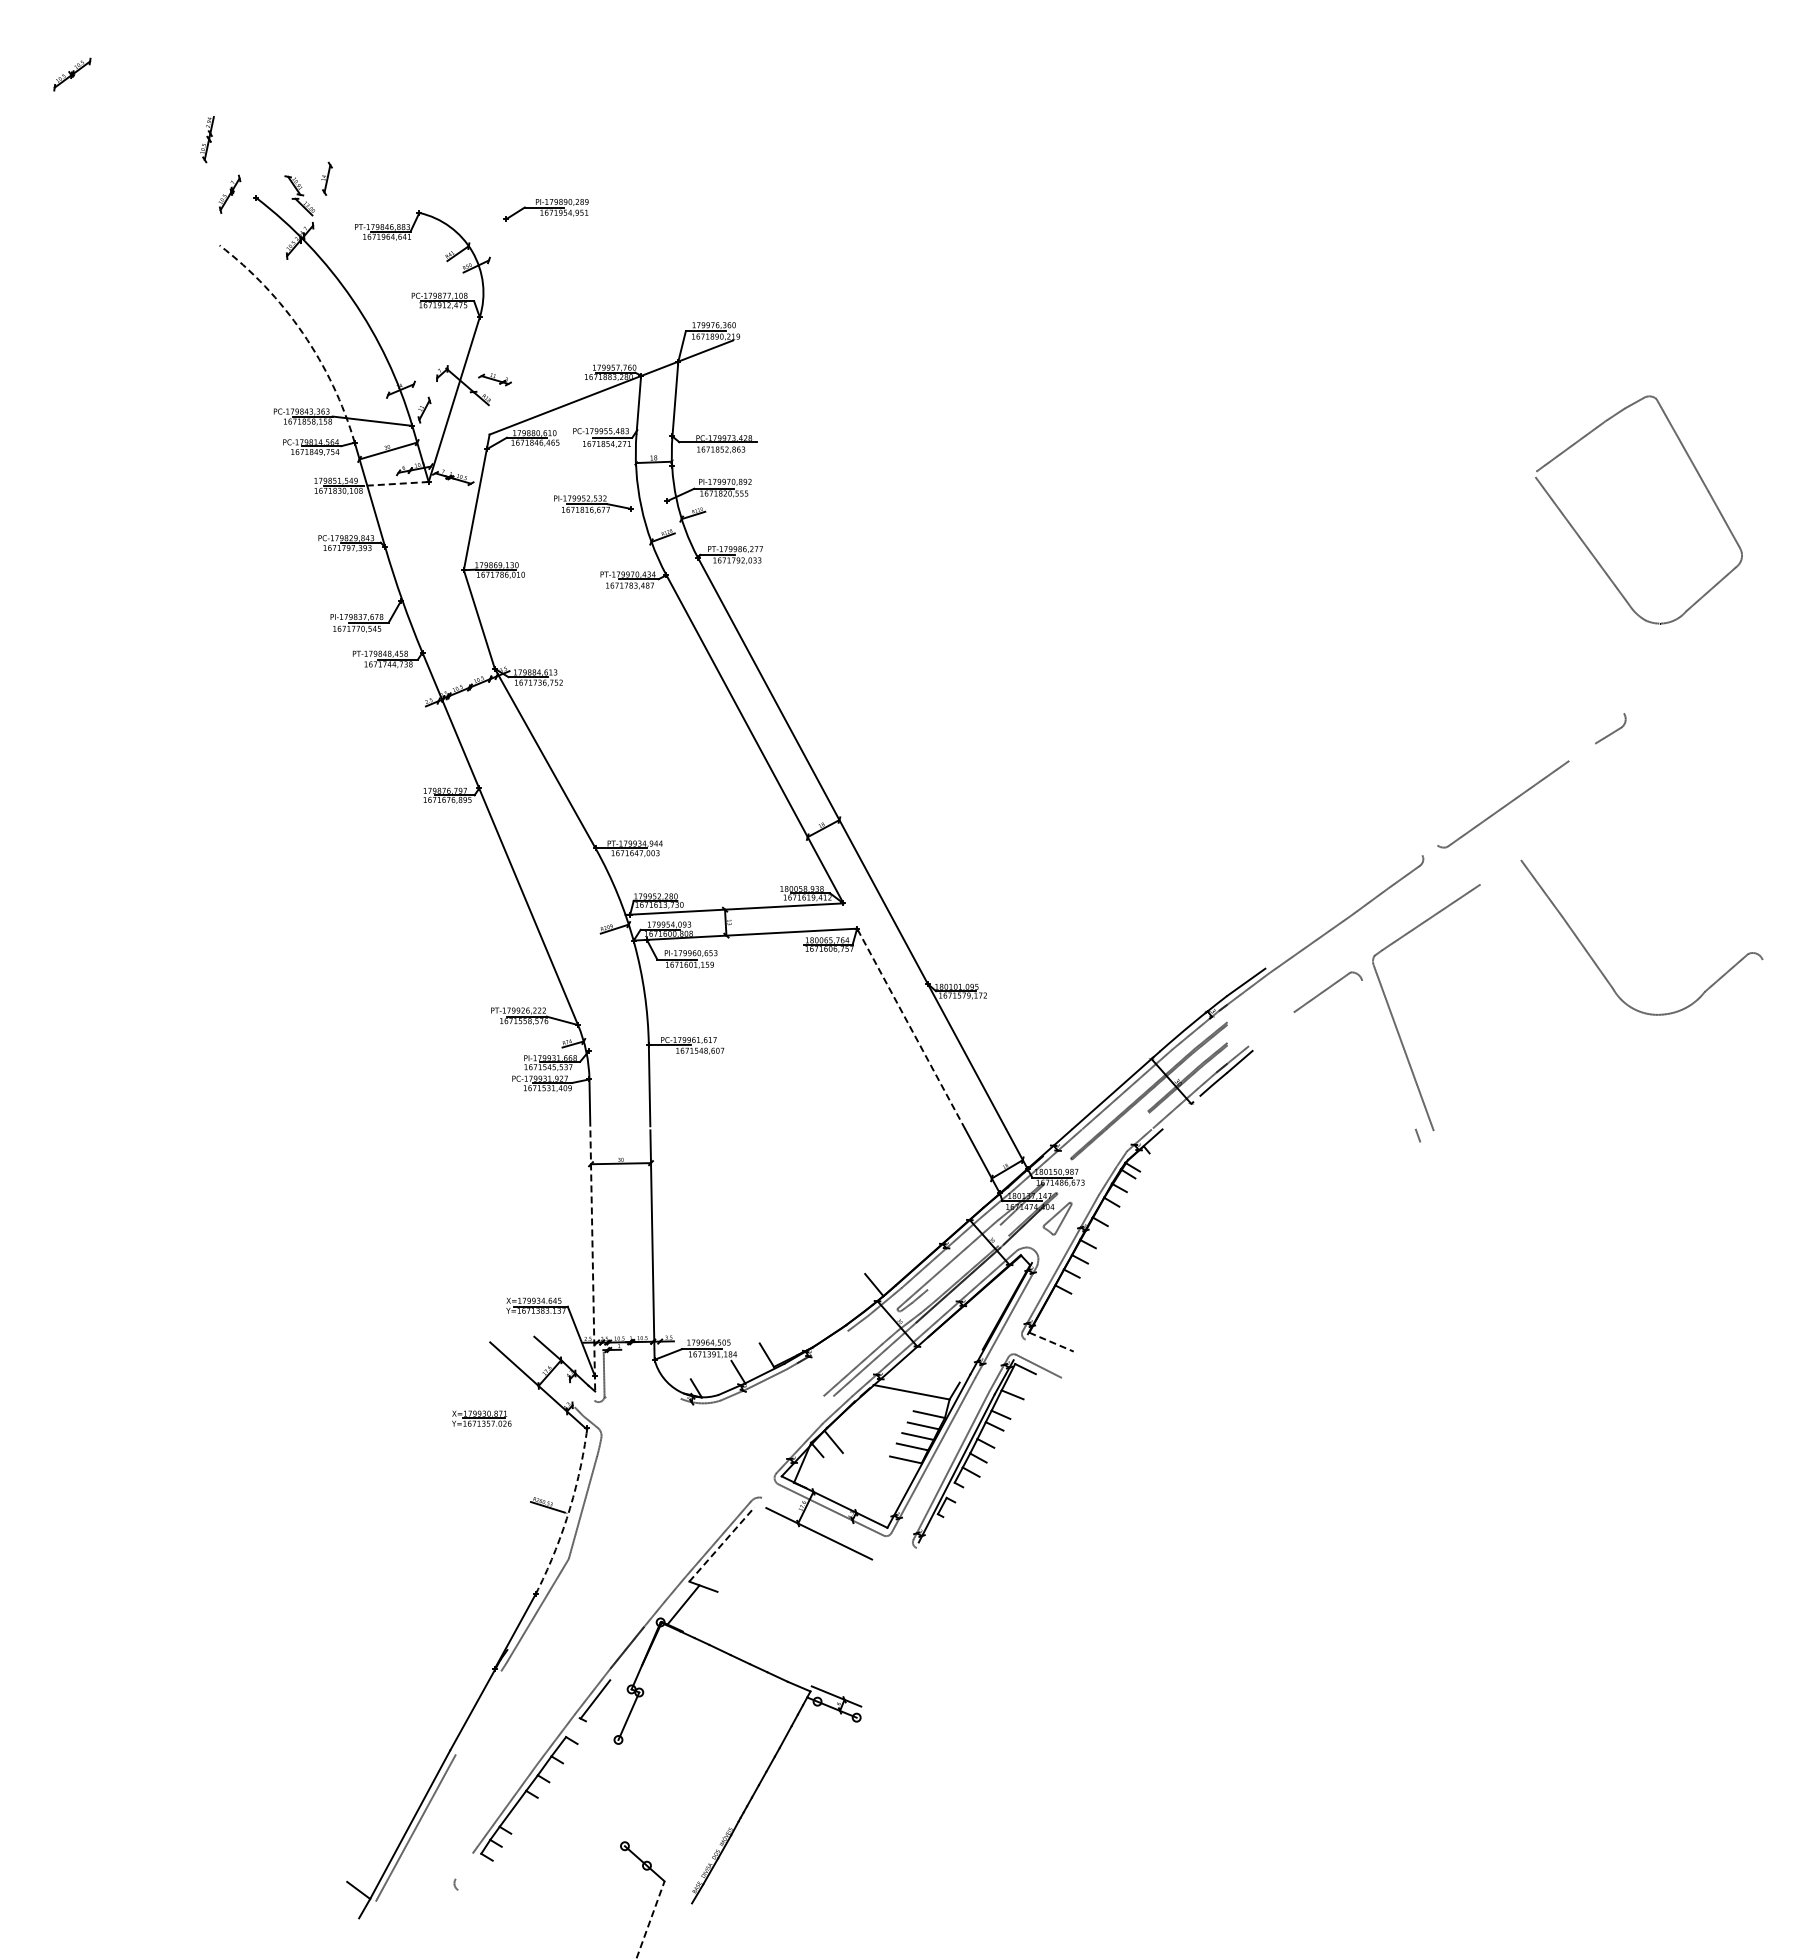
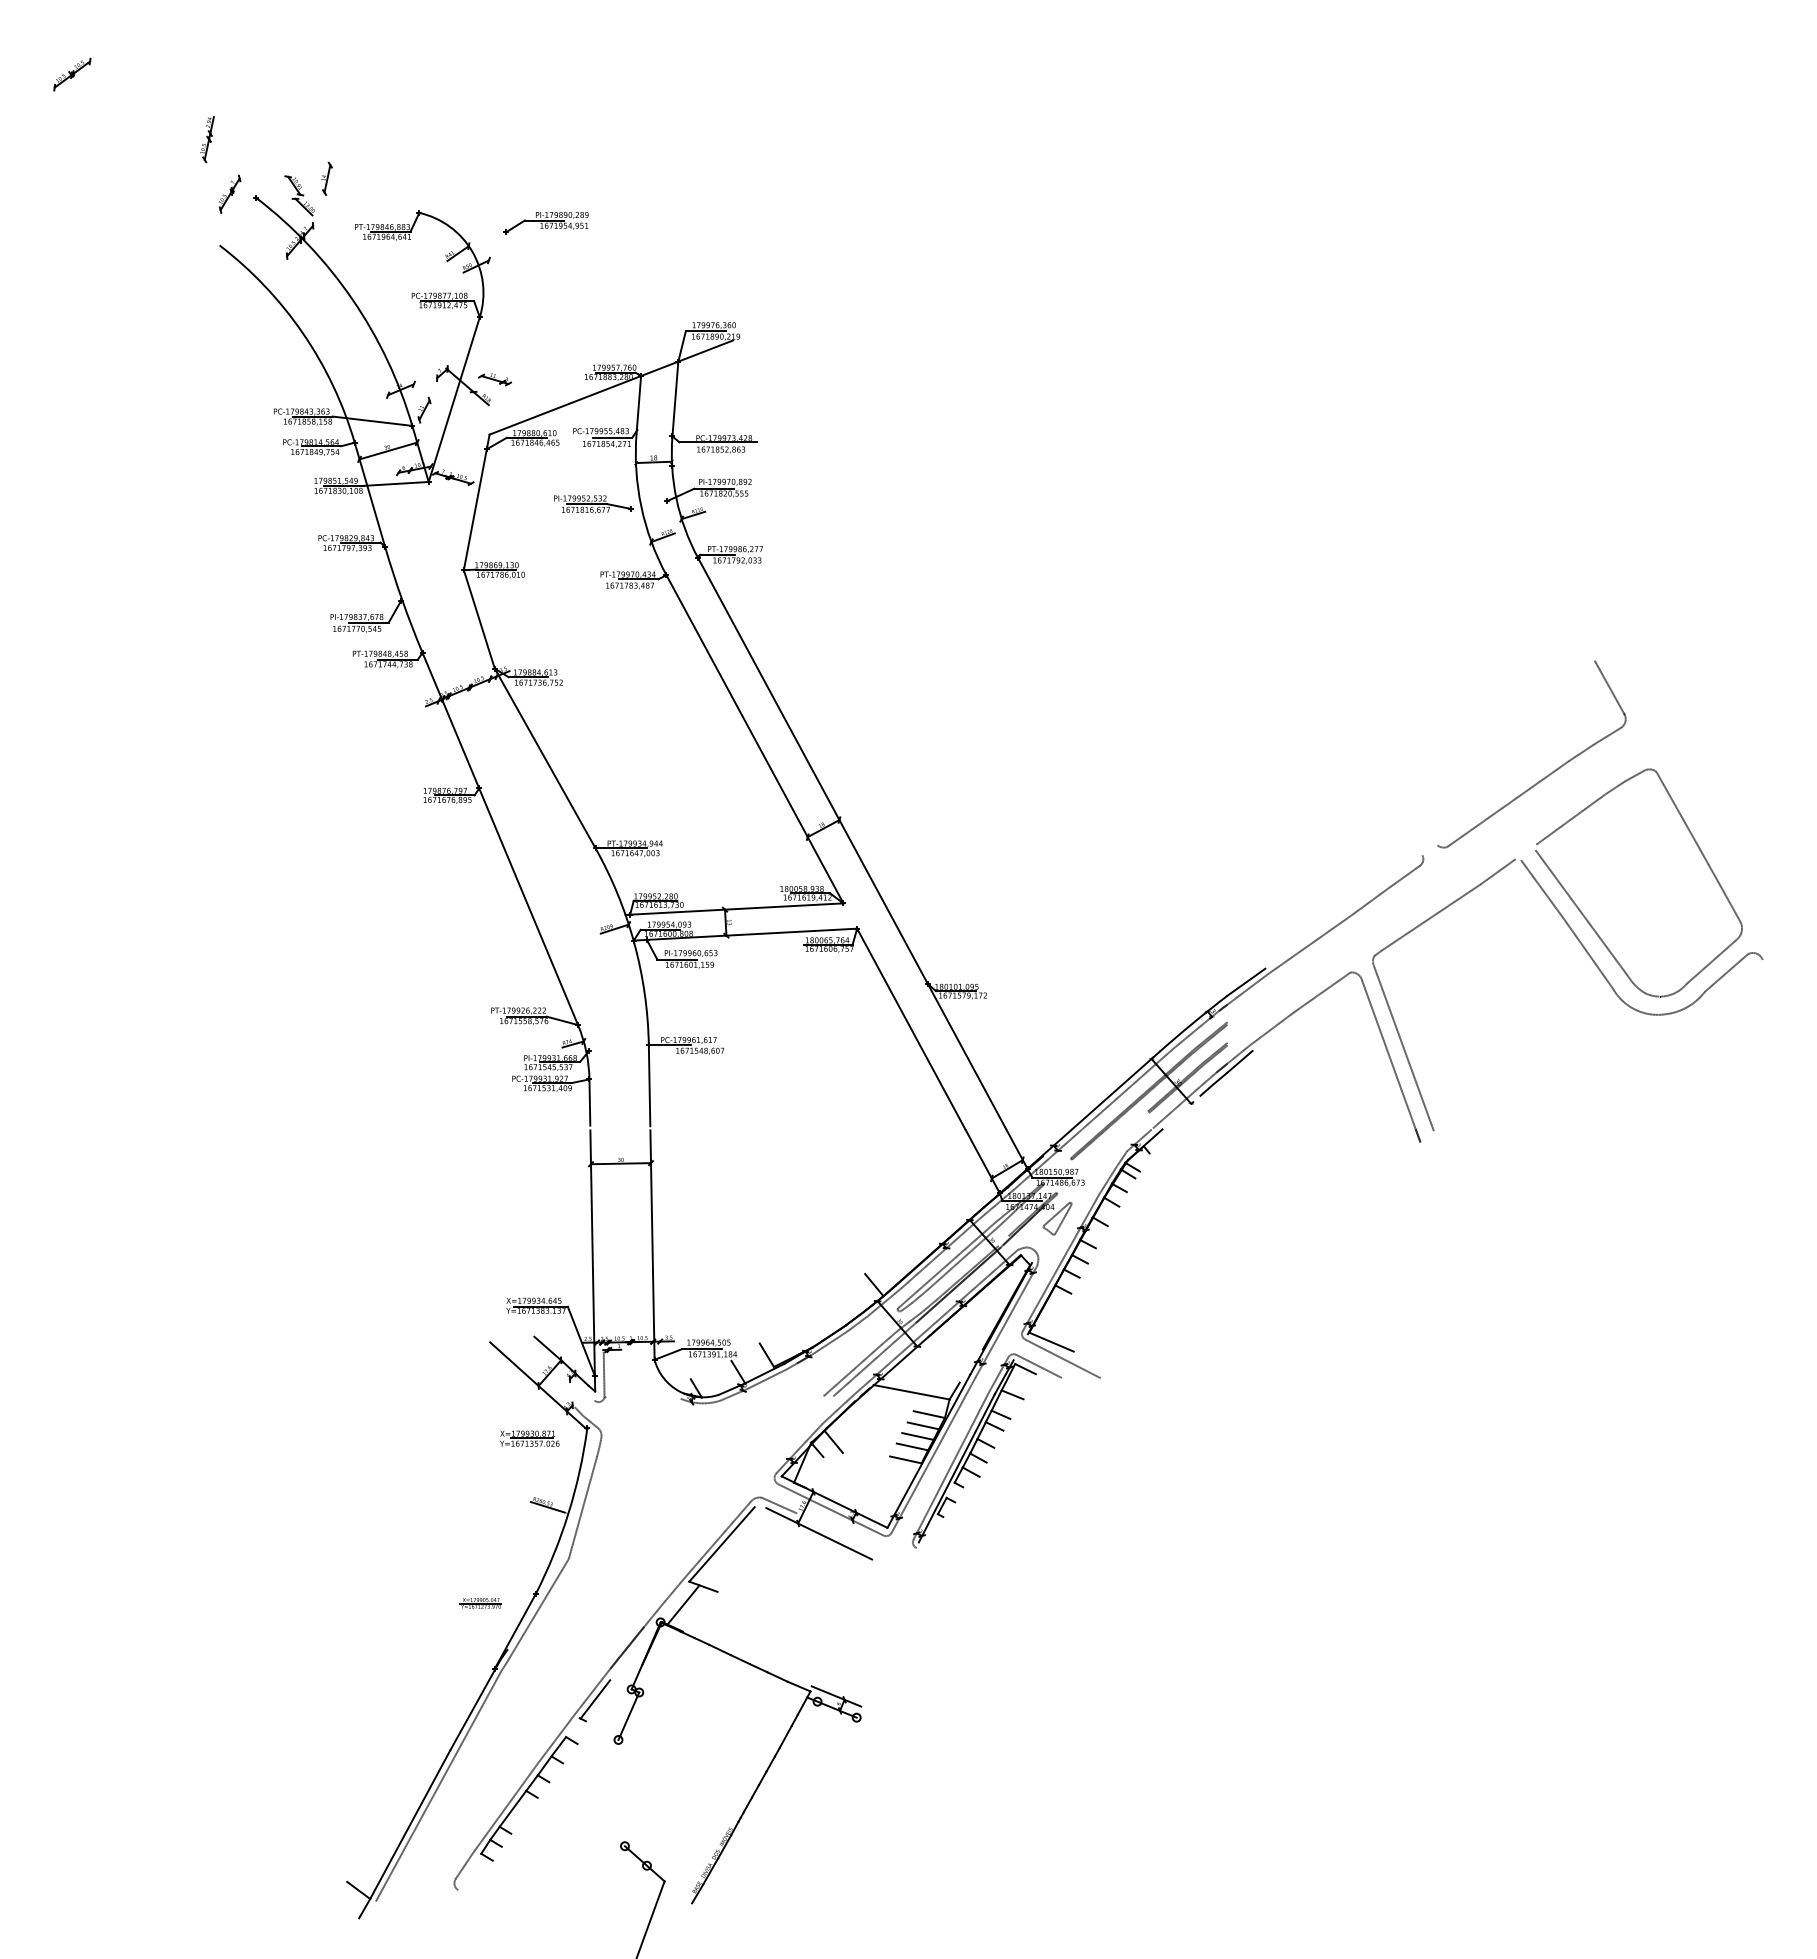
part at (545, 210) position: (545, 210) -> (545, 223)
arc at (302, 333): dashed -> solid
line at (395, 483): dashed -> solid
part at (1586, 544) position: (1586, 544) -> (1586, 917)
line at (1609, 687): none -> present
line at (1582, 752): none -> present
line at (1497, 871): none -> present
line at (911, 1028): dashed -> solid
line at (1270, 1029): none -> present
line at (1391, 1061): none -> present
line at (963, 1257): none -> present
line at (592, 1260): dashed -> solid
line at (1051, 1342): dashed -> solid
line at (829, 1343): none -> present
line at (1062, 1358): none -> present
part at (481, 1418) position: (481, 1418) -> (529, 1438)
line at (779, 1505): none -> present
arc at (568, 1513): dashed -> solid
line at (722, 1544): dashed -> solid
part at (480, 1603): none -> present
line at (478, 1712): none -> present
line at (463, 1865): none -> present
line at (650, 1919): dashed -> solid
